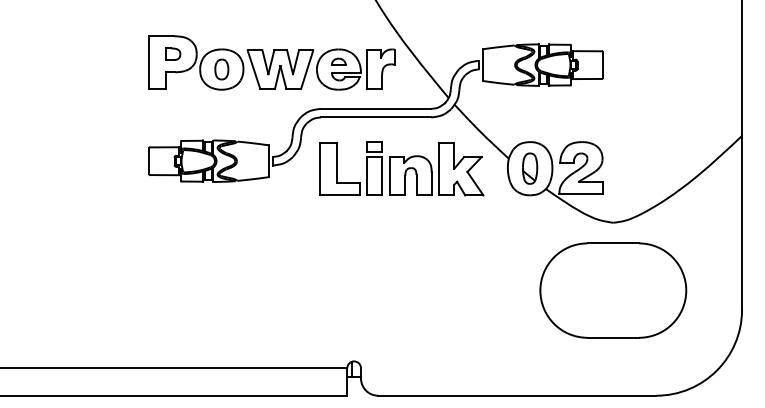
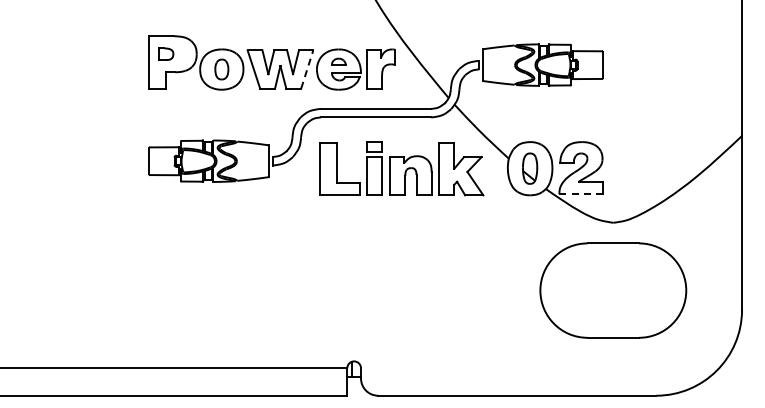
part at (173, 53) position: (173, 53) -> (166, 53)
line at (307, 69): solid -> dashed
line at (580, 194): solid -> dashed
